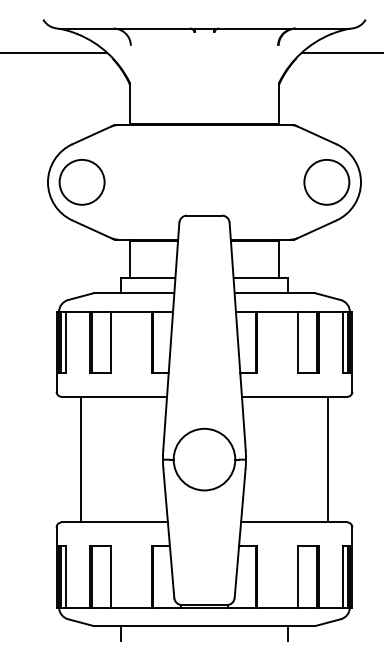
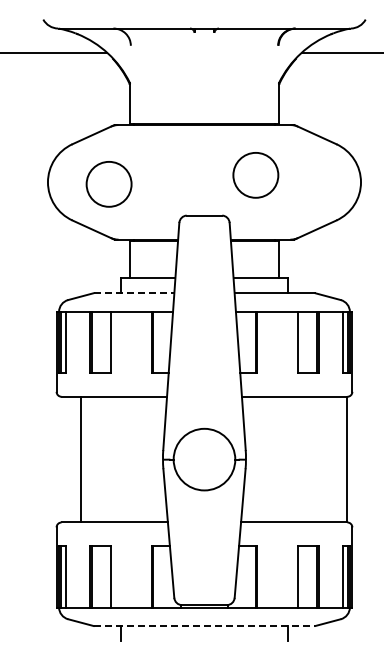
circle at (81, 182) position: (81, 182) -> (108, 184)
circle at (326, 182) position: (326, 182) -> (255, 175)
line at (134, 293): solid -> dashed
line at (327, 459) position: (327, 459) -> (346, 459)
line at (204, 626): solid -> dashed
